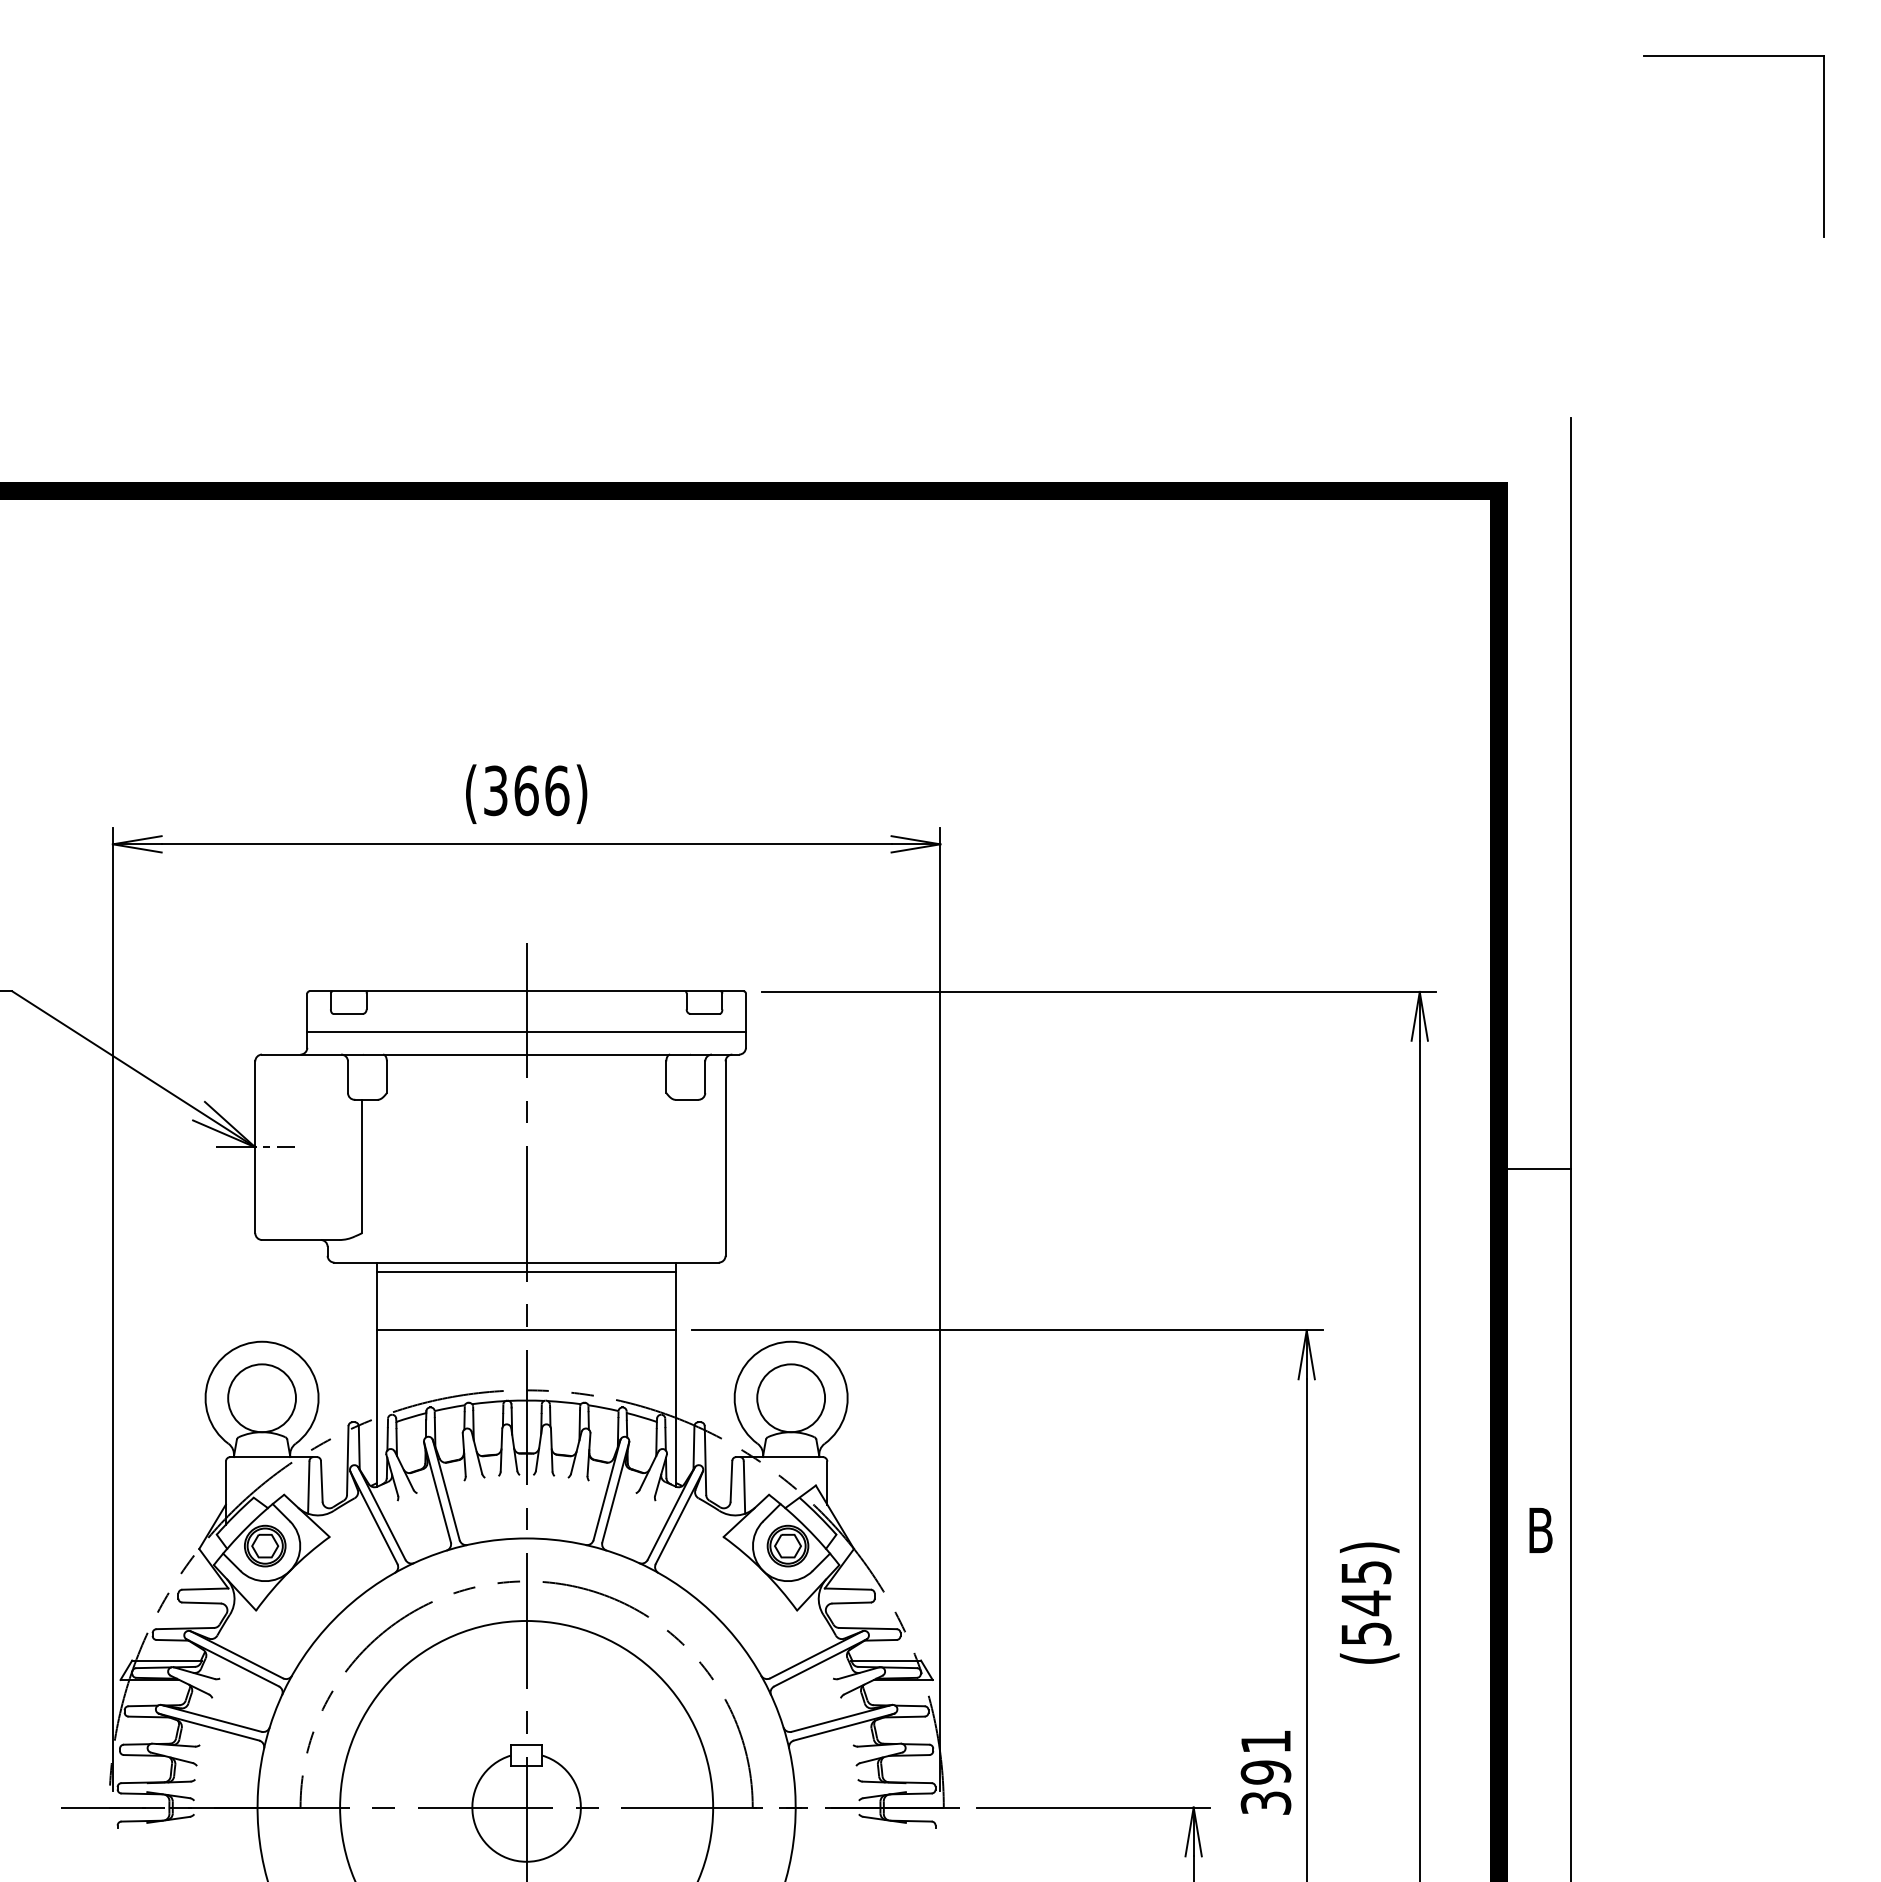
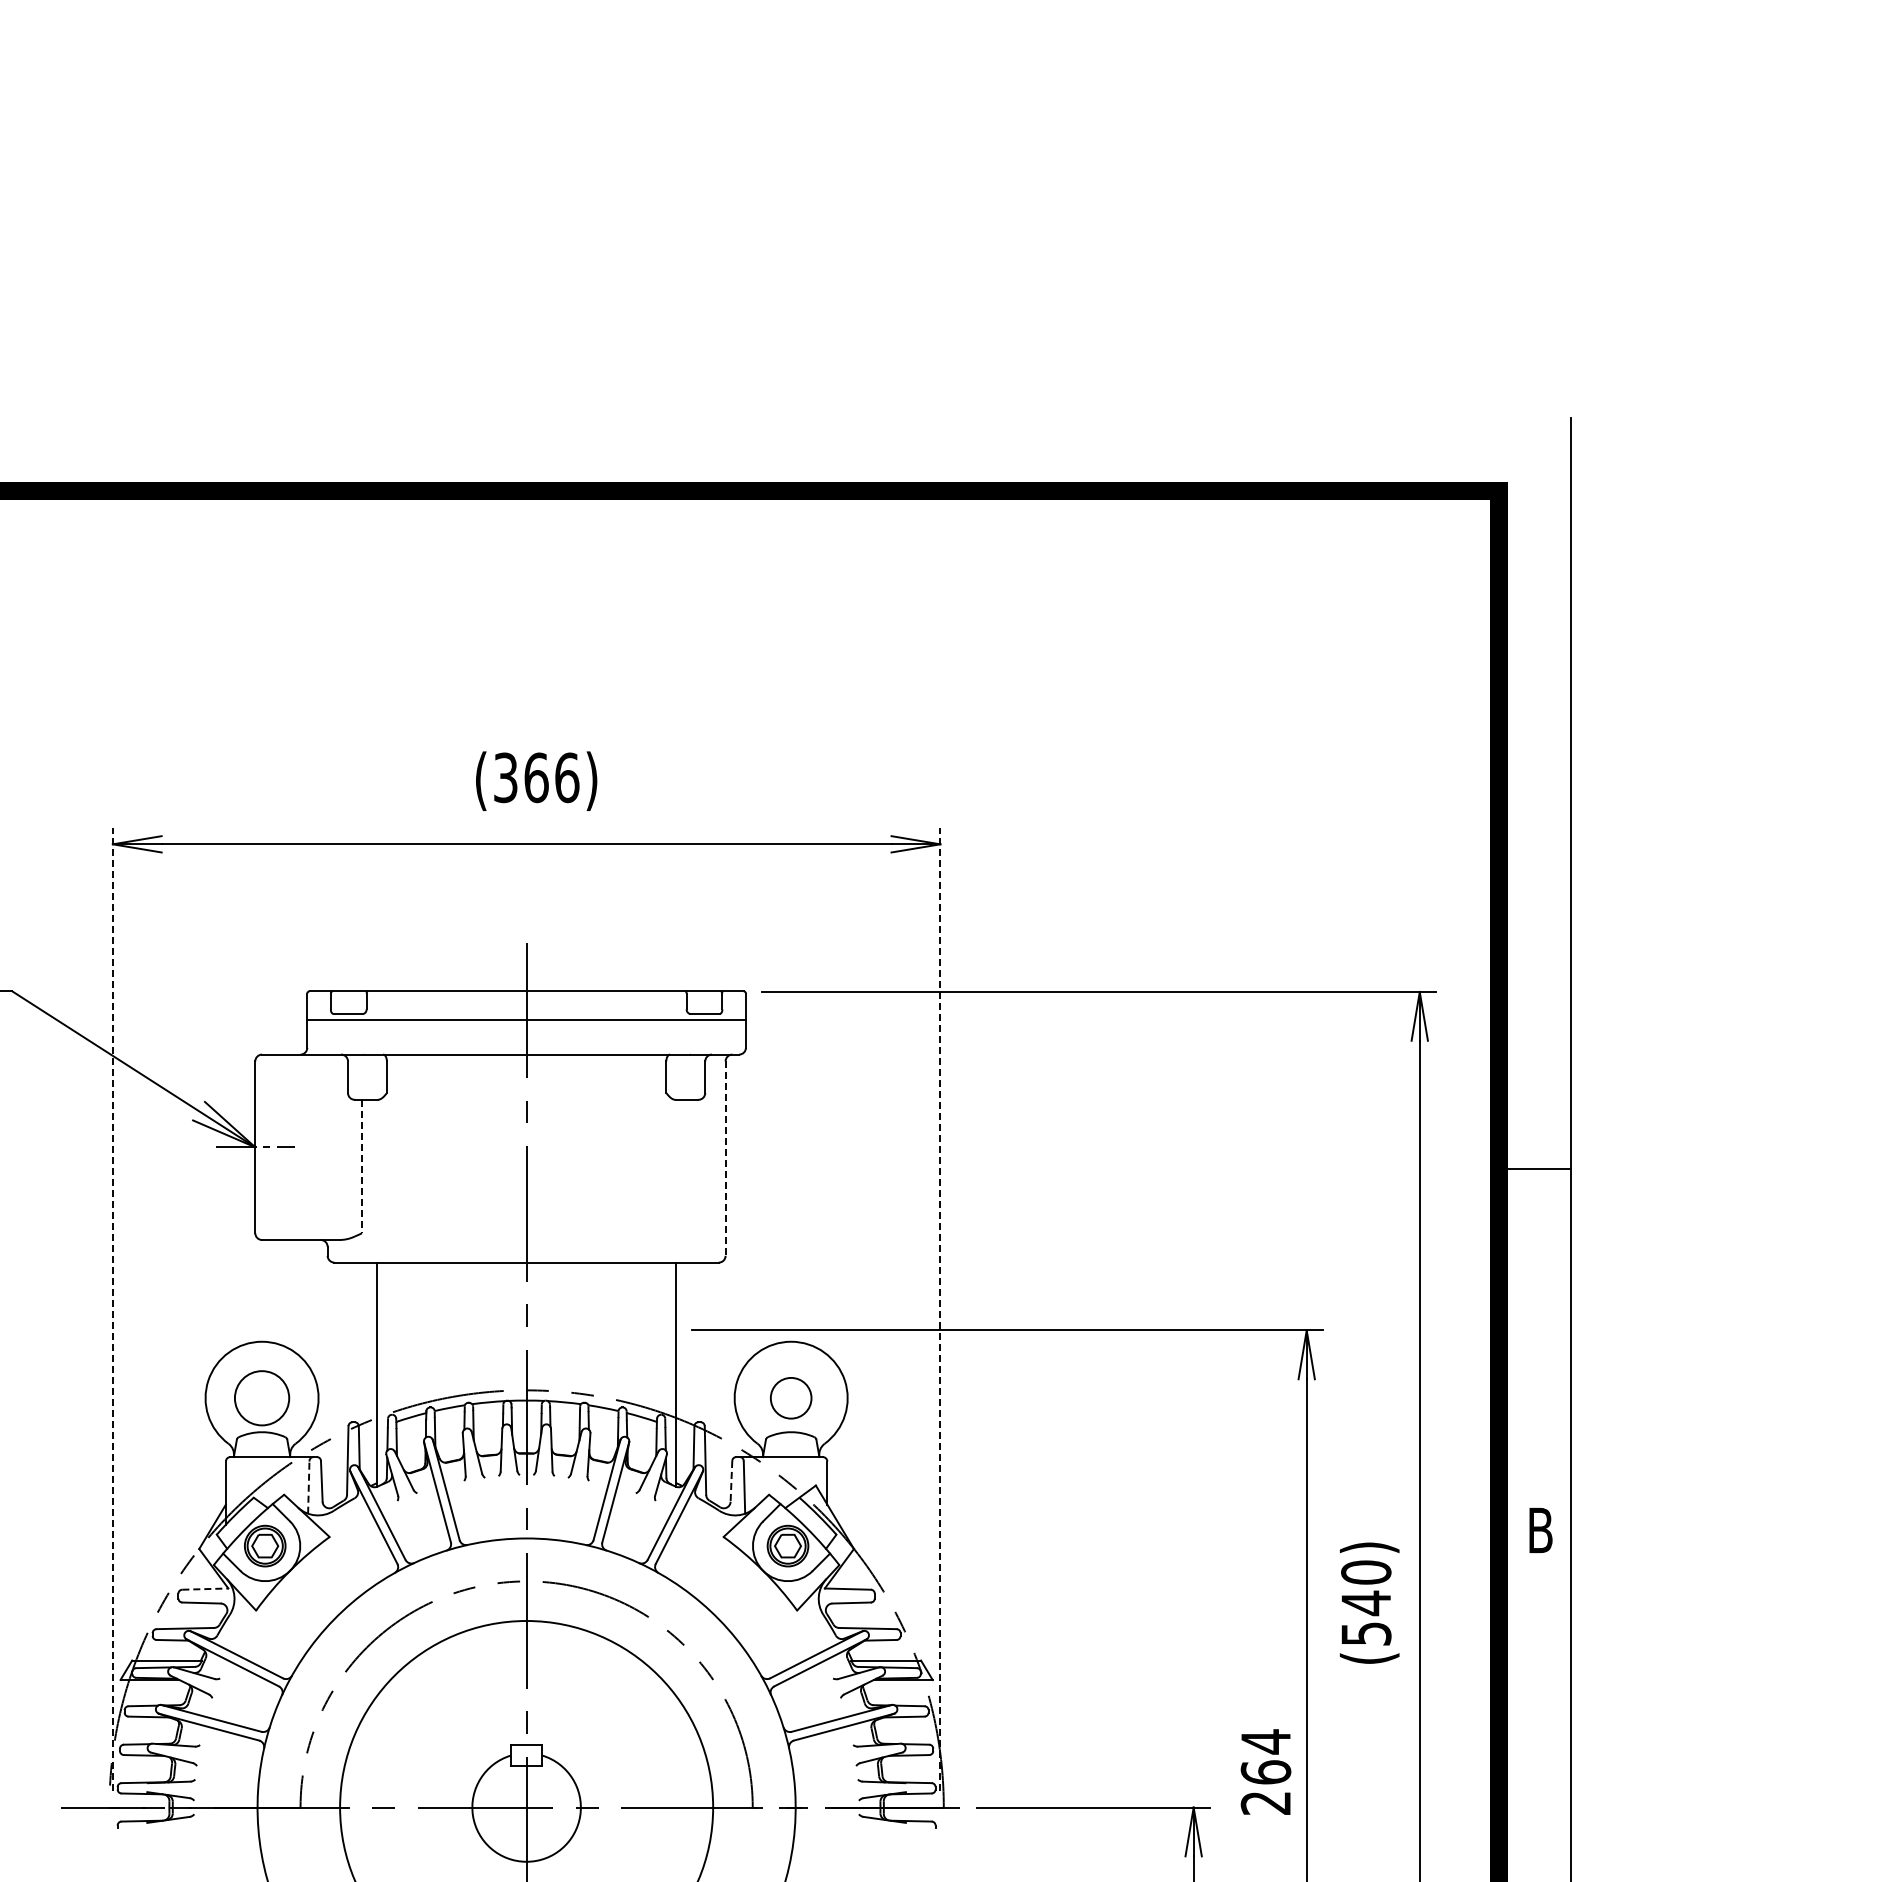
part at (1733, 56): present -> none
text at (526, 793) position: (526, 793) -> (536, 780)
line at (526, 1032) position: (526, 1032) -> (526, 1020)
line at (725, 1159): solid -> dashed
line at (362, 1166): solid -> dashed
line at (526, 1271): present -> none
line at (112, 1309): solid -> dashed
line at (940, 1309): solid -> dashed
line at (526, 1330): present -> none
circle at (262, 1398) diameter: 68 px -> 54 px
circle at (791, 1398) diameter: 68 px -> 41 px
line at (731, 1481): solid -> dashed
line at (308, 1487): solid -> dashed
text at (1366, 1572): (545) -> (540)
line at (205, 1589): solid -> dashed
text at (1265, 1771): 391 -> 264
